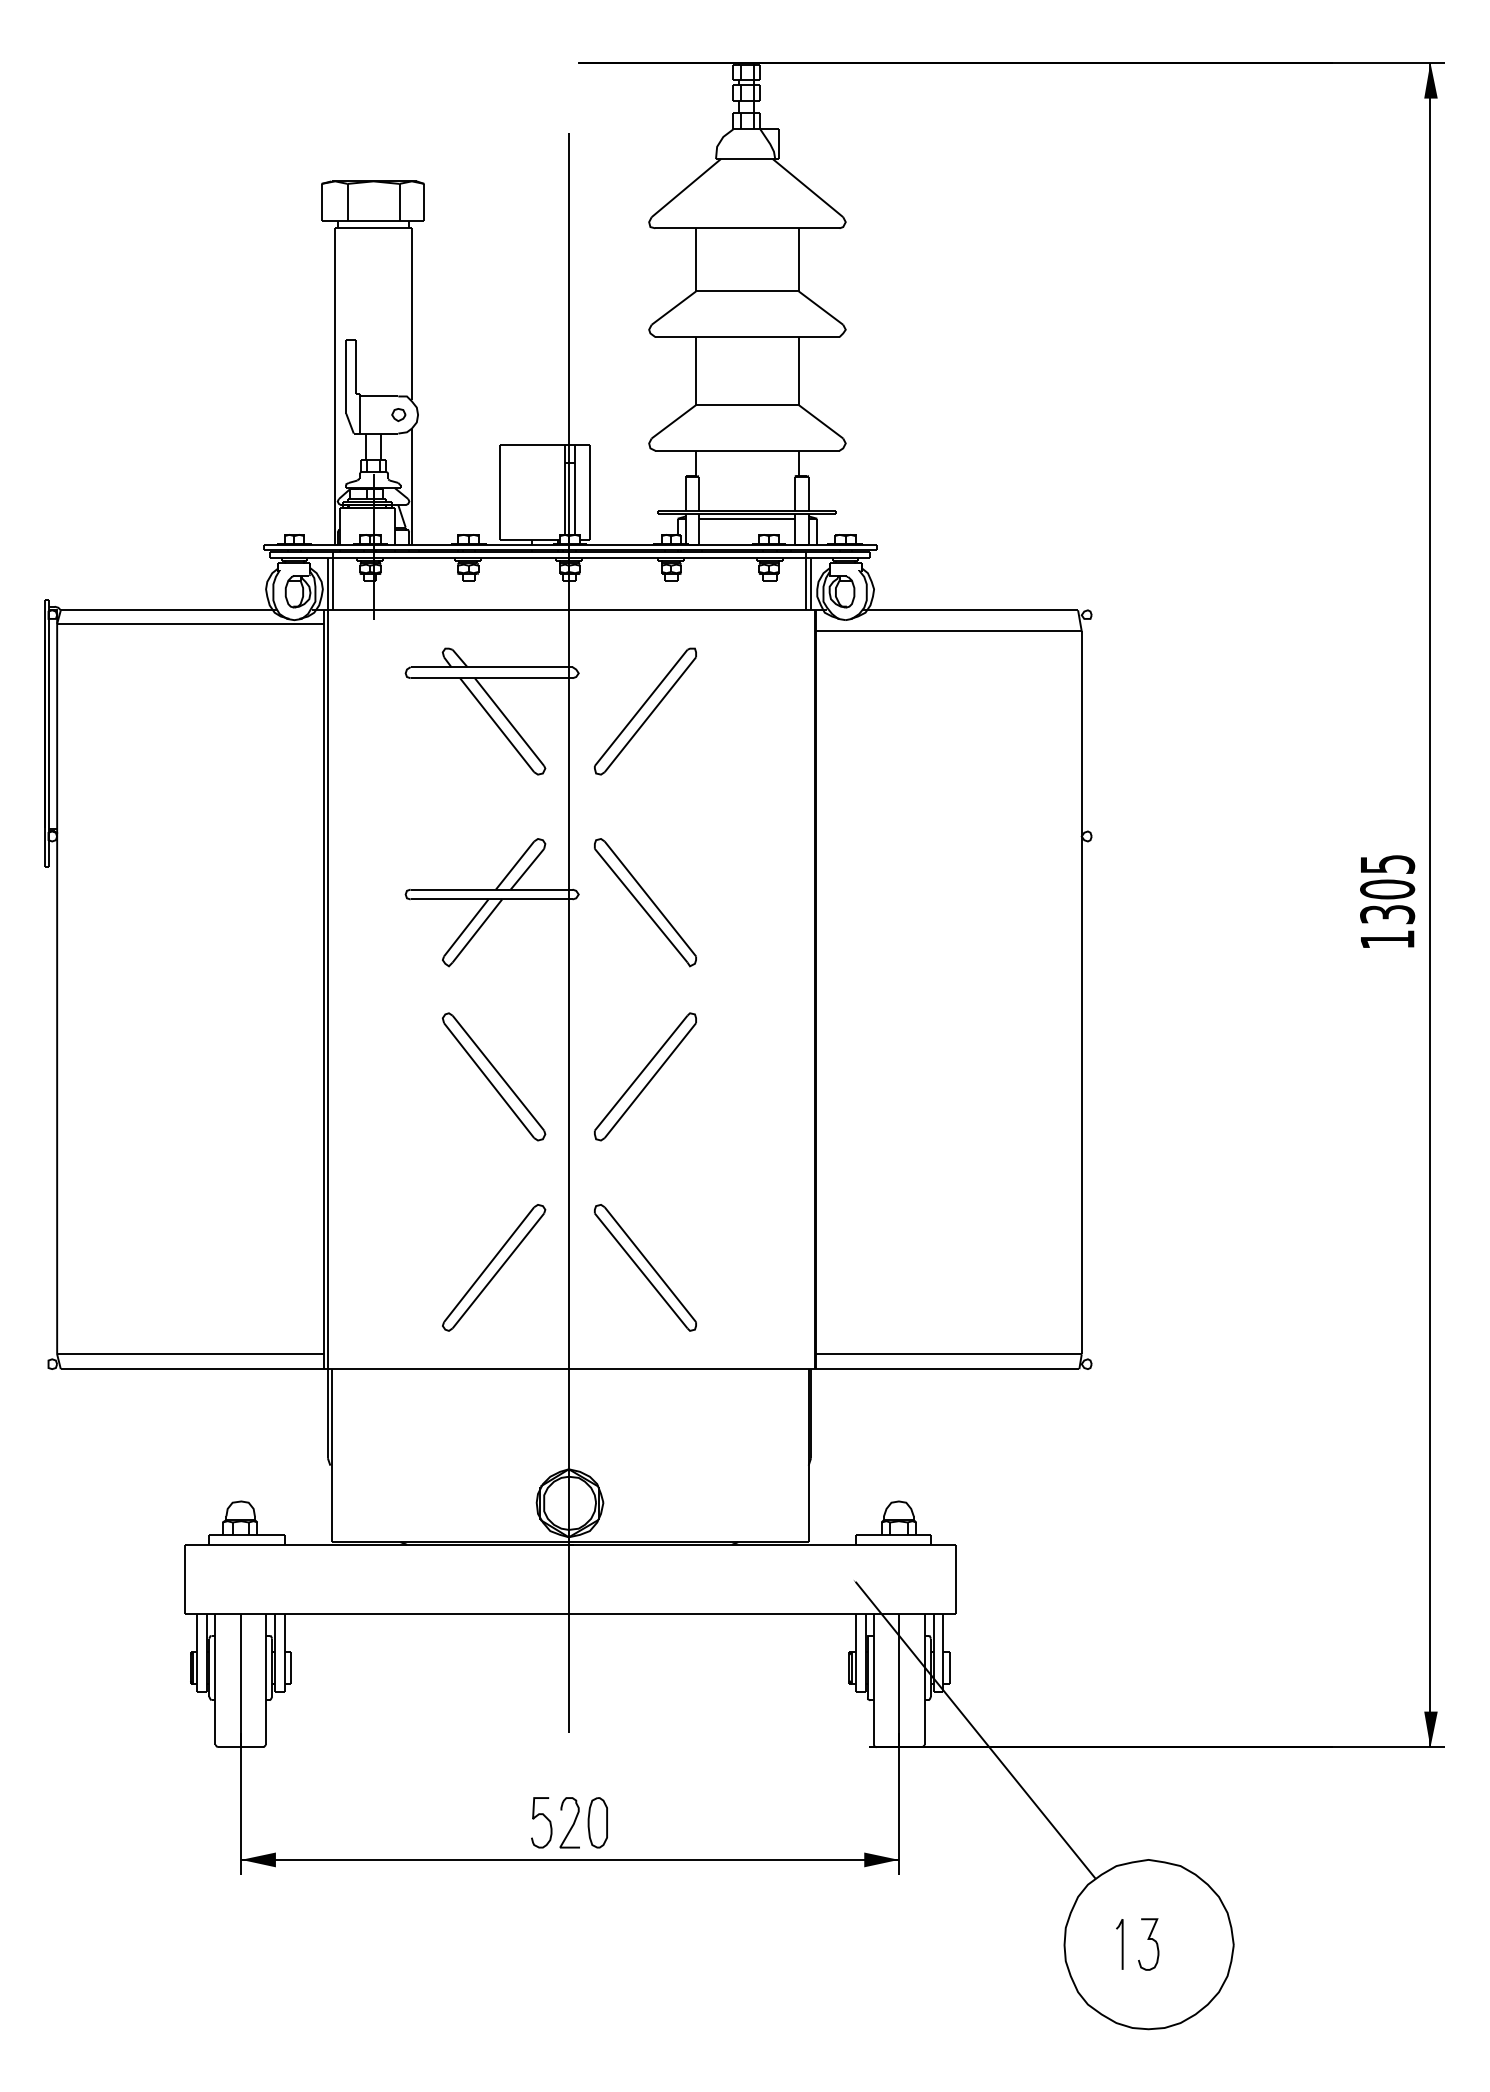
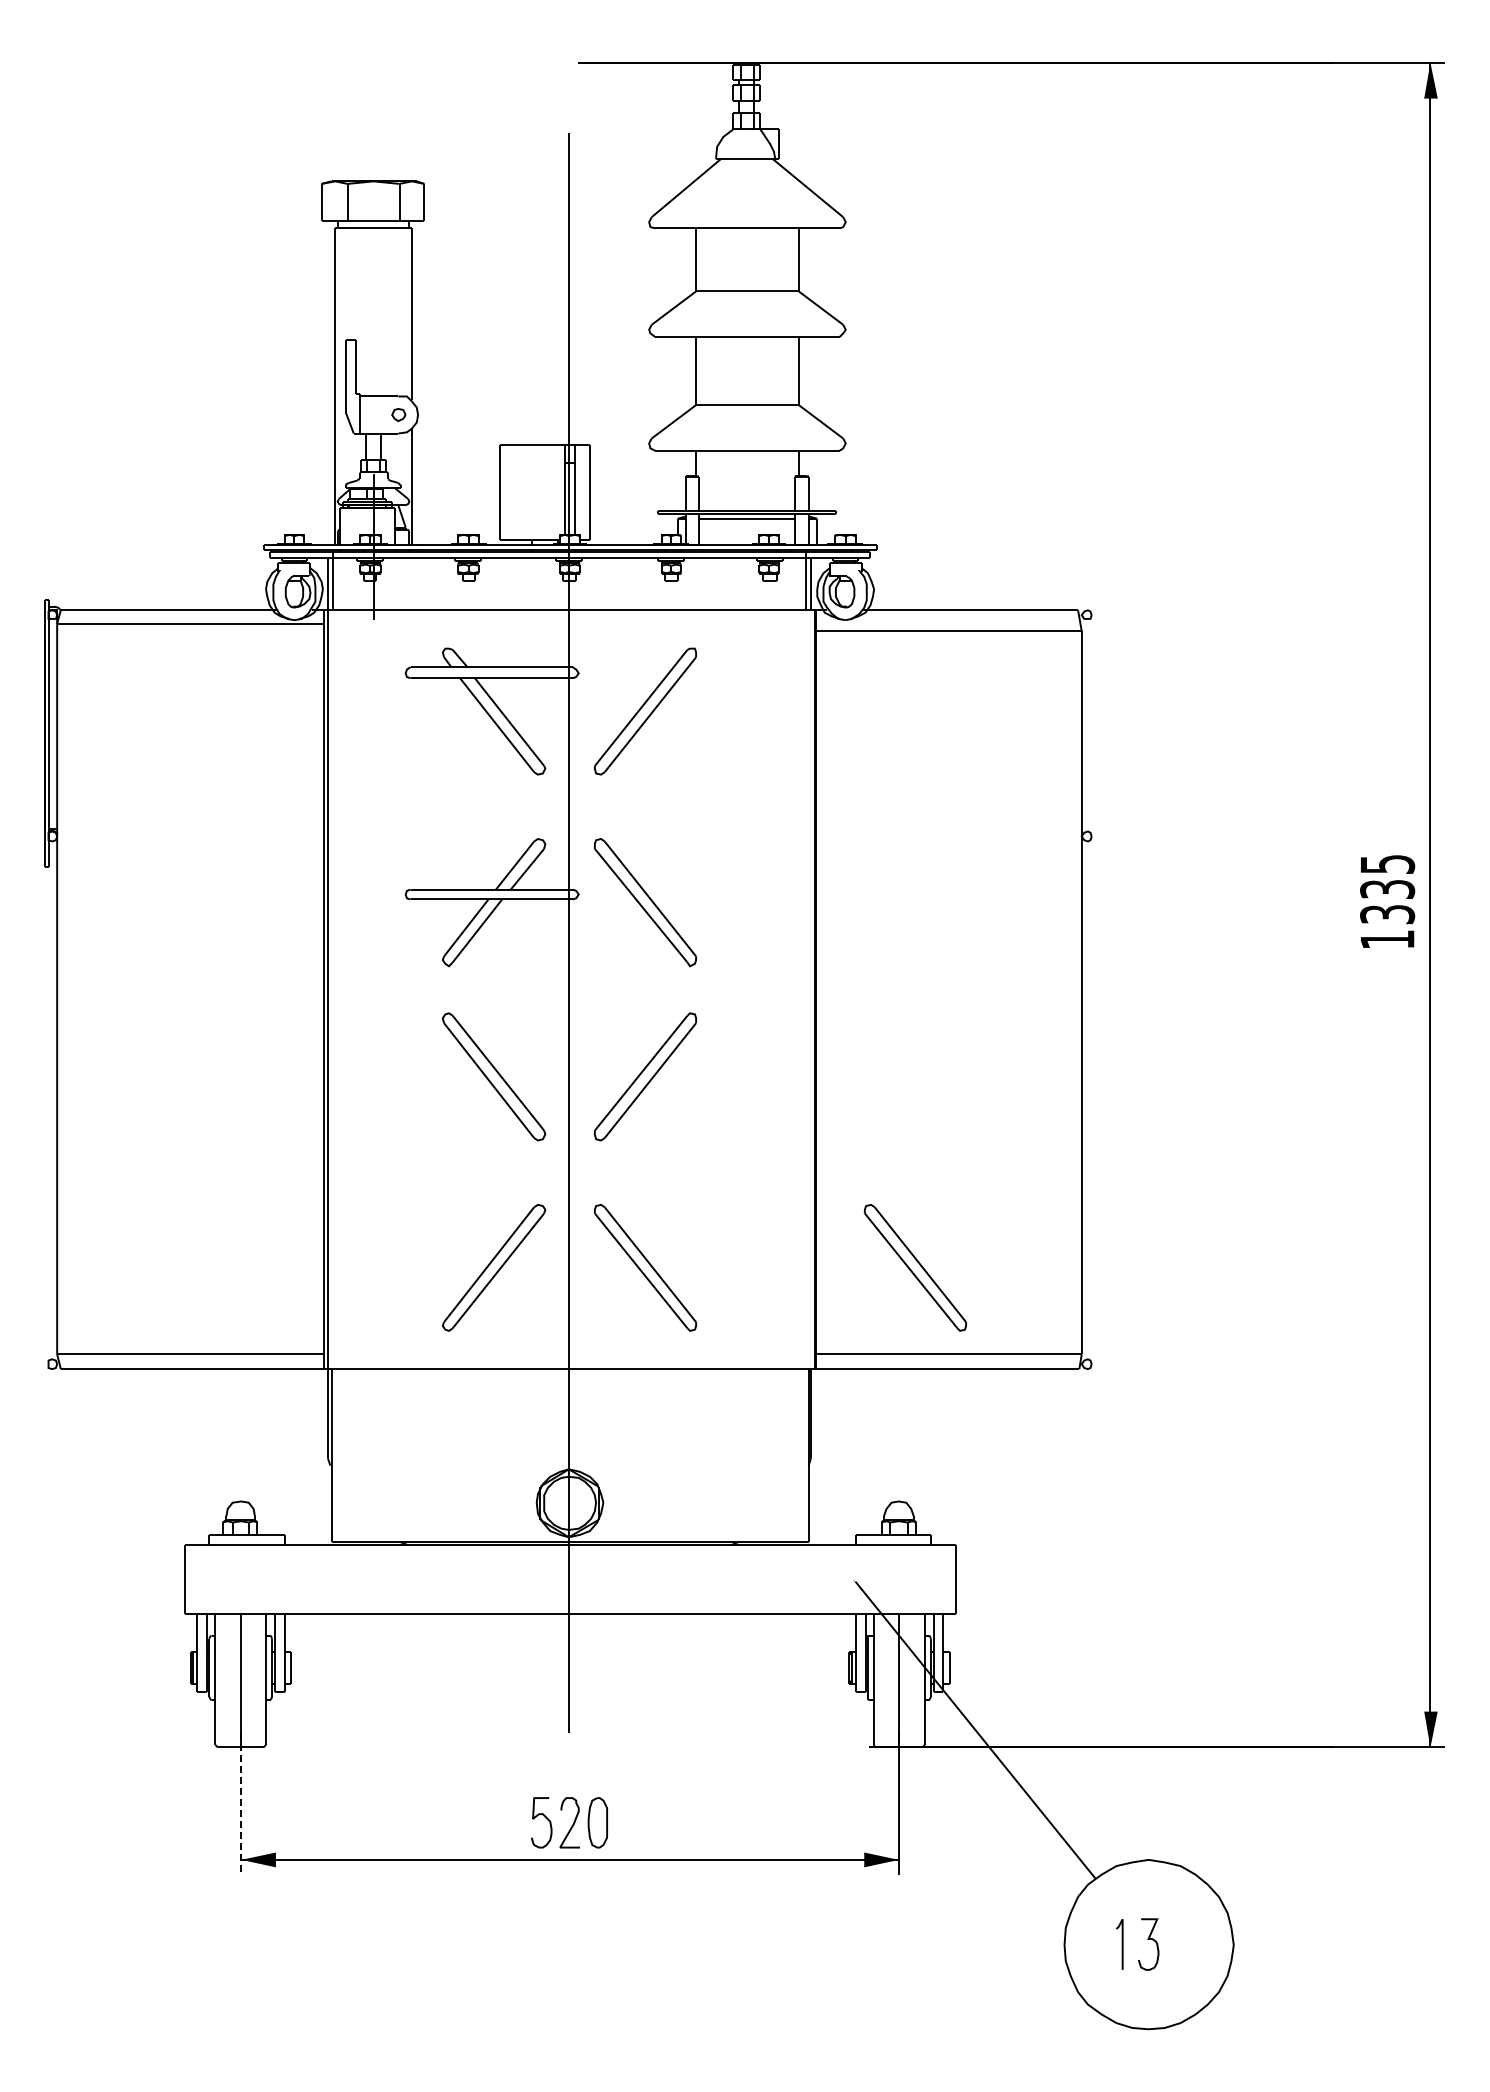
text at (1387, 889): 1305 -> 1335
part at (915, 1267): none -> present
line at (241, 1804): solid -> dashed
